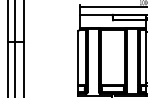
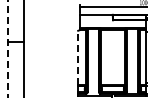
line at (14, 48): present -> none
line at (8, 49): solid -> dashed
line at (78, 57): solid -> dashed
